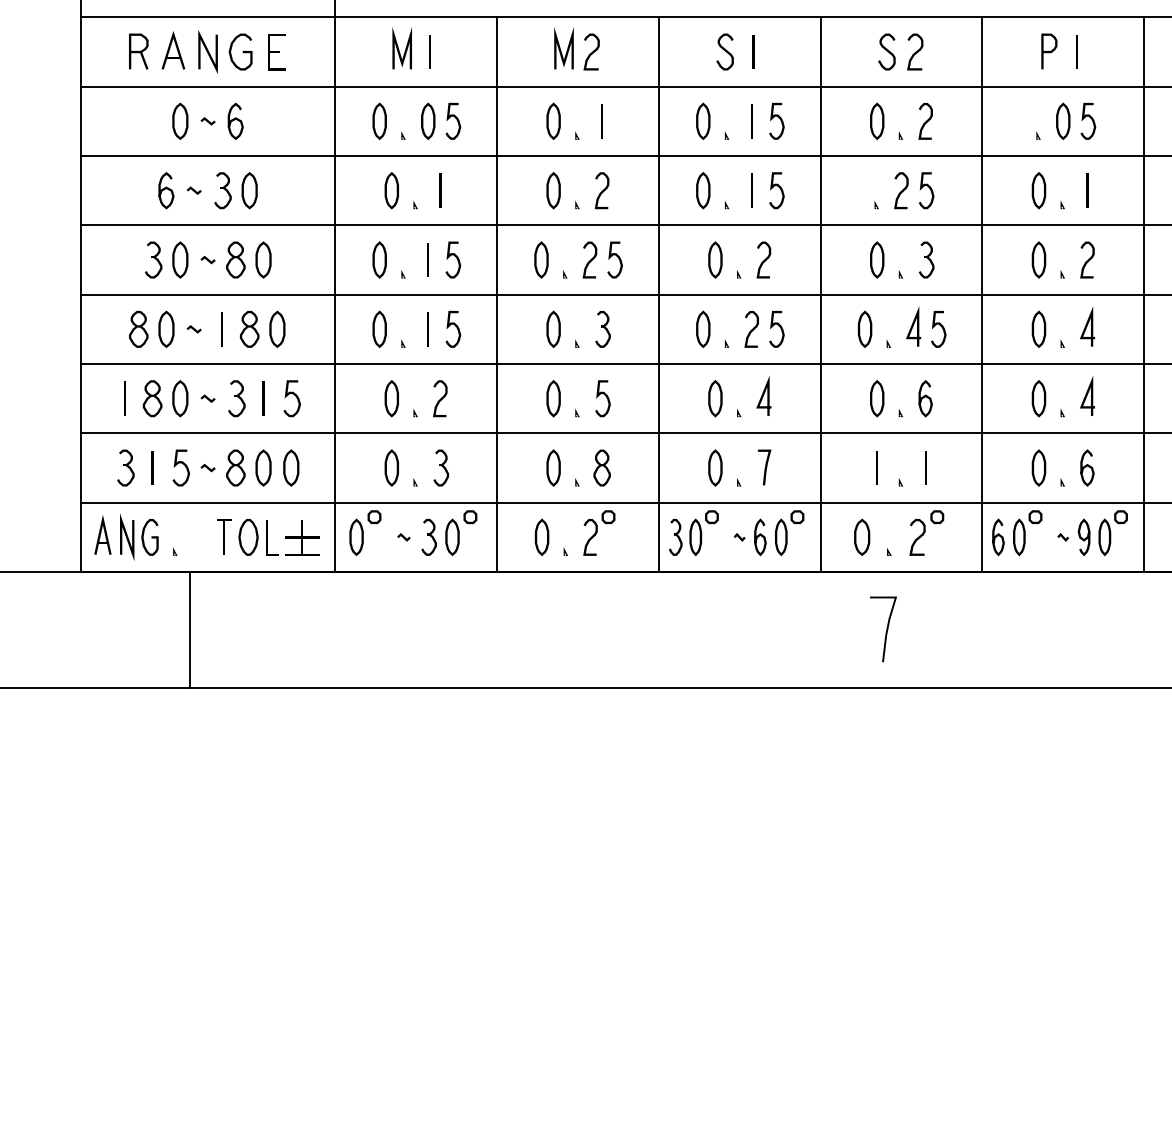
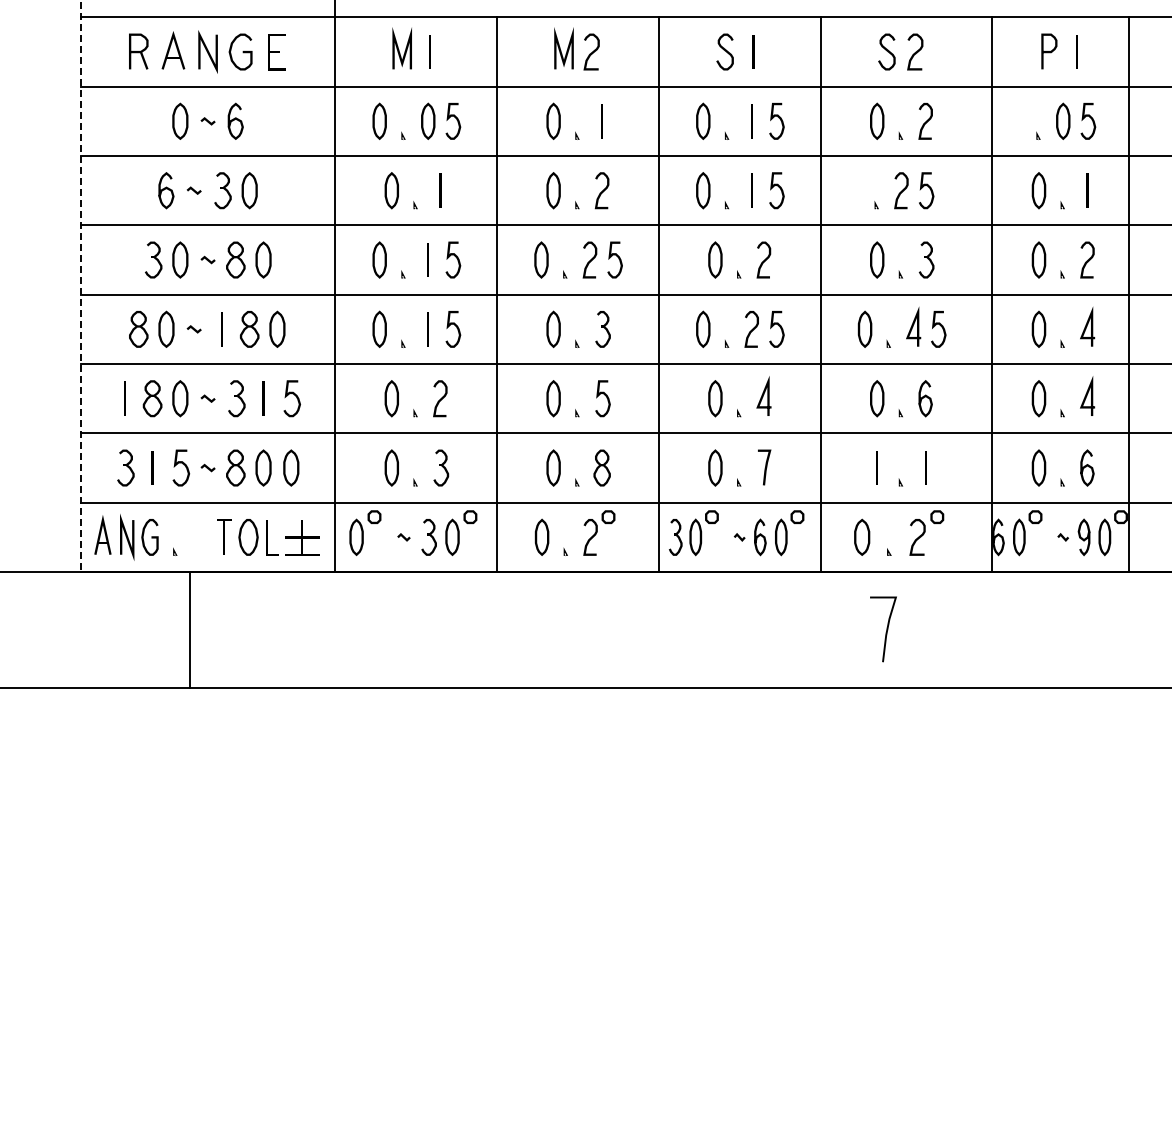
line at (80, 286): solid -> dashed
line at (982, 294) position: (982, 294) -> (992, 294)
line at (1144, 294) position: (1144, 294) -> (1129, 294)
